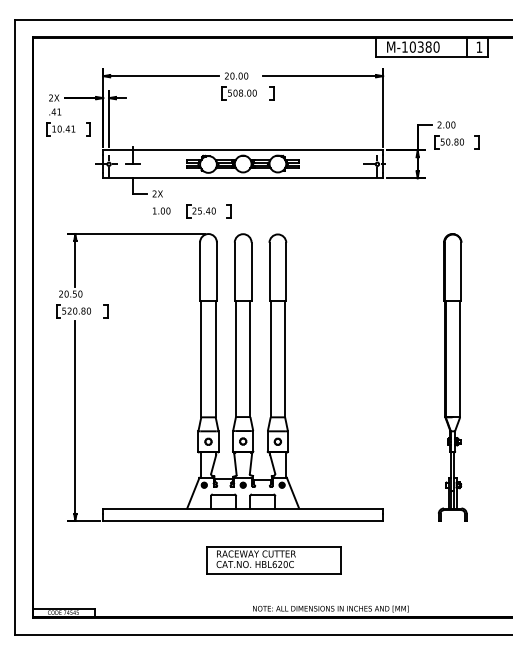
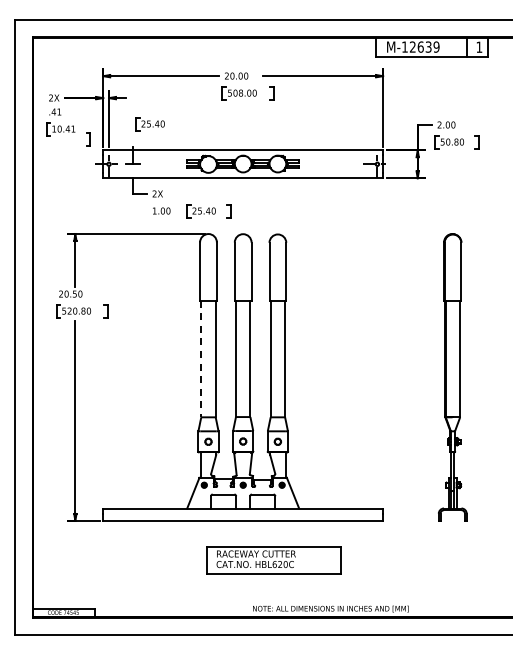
text at (424, 46): M-10380 -> M-12639
part at (149, 124): none -> present
part at (88, 129) position: (88, 129) -> (88, 139)
line at (201, 359): solid -> dashed
